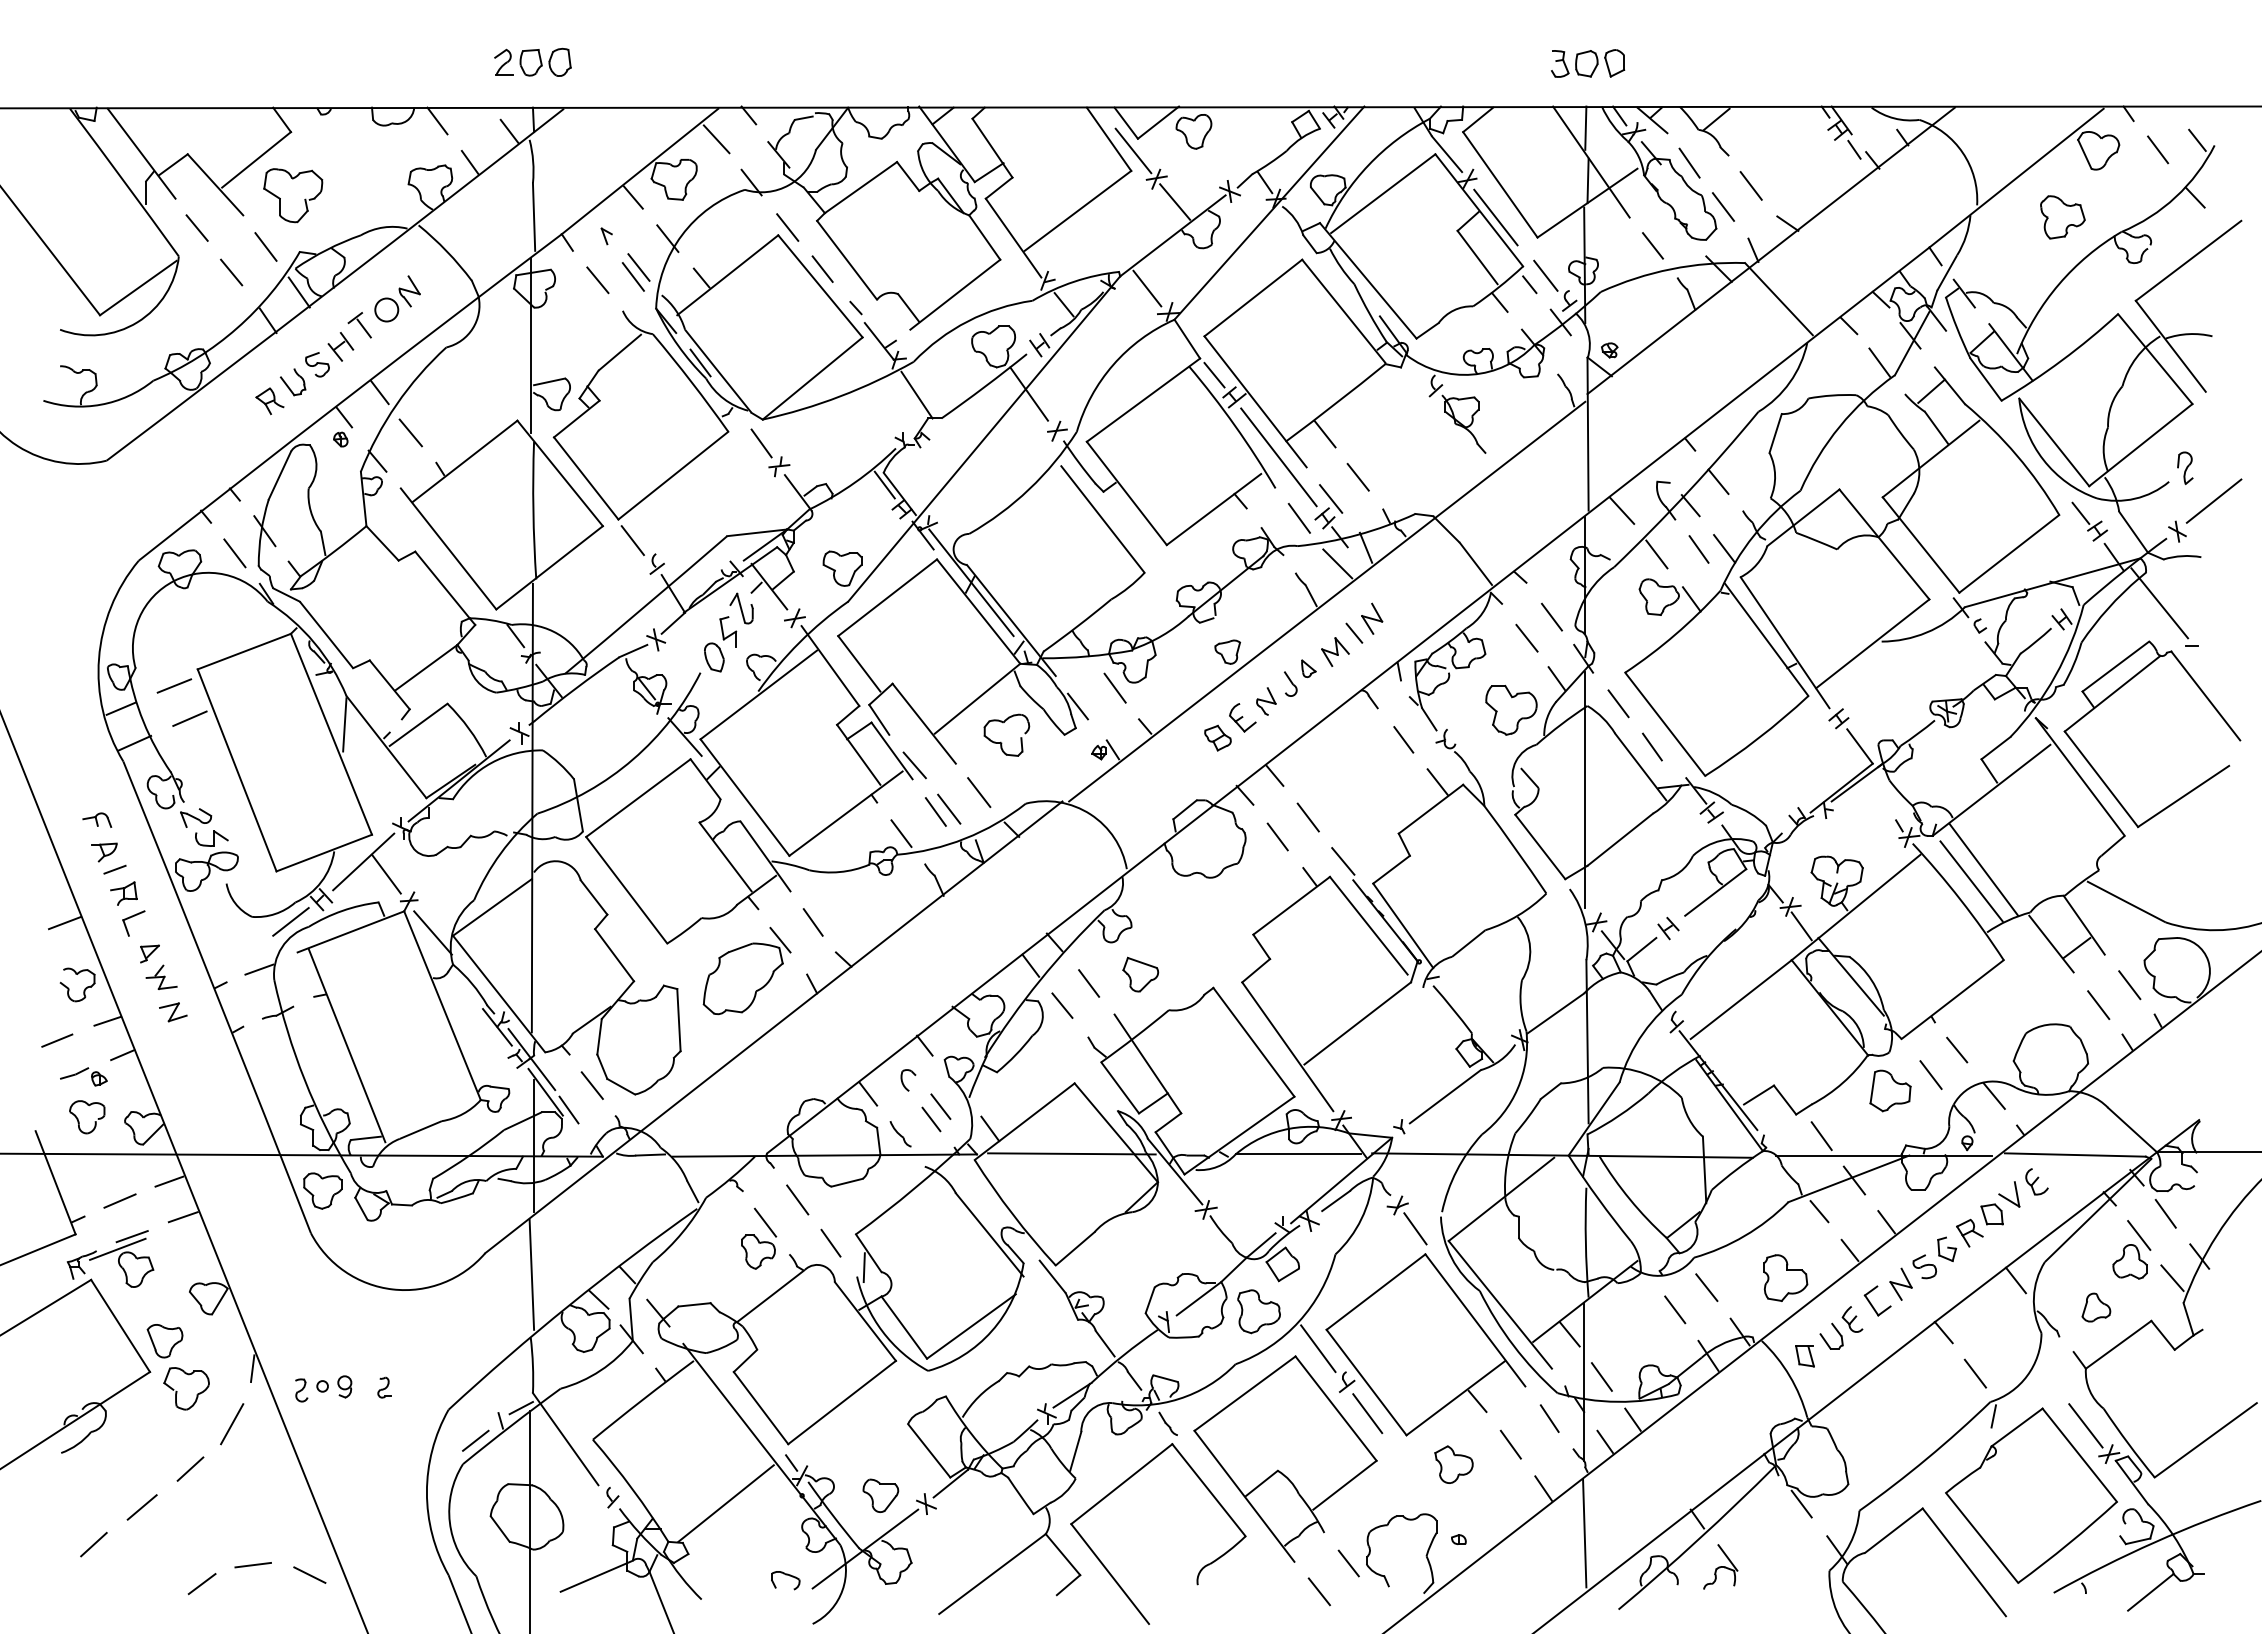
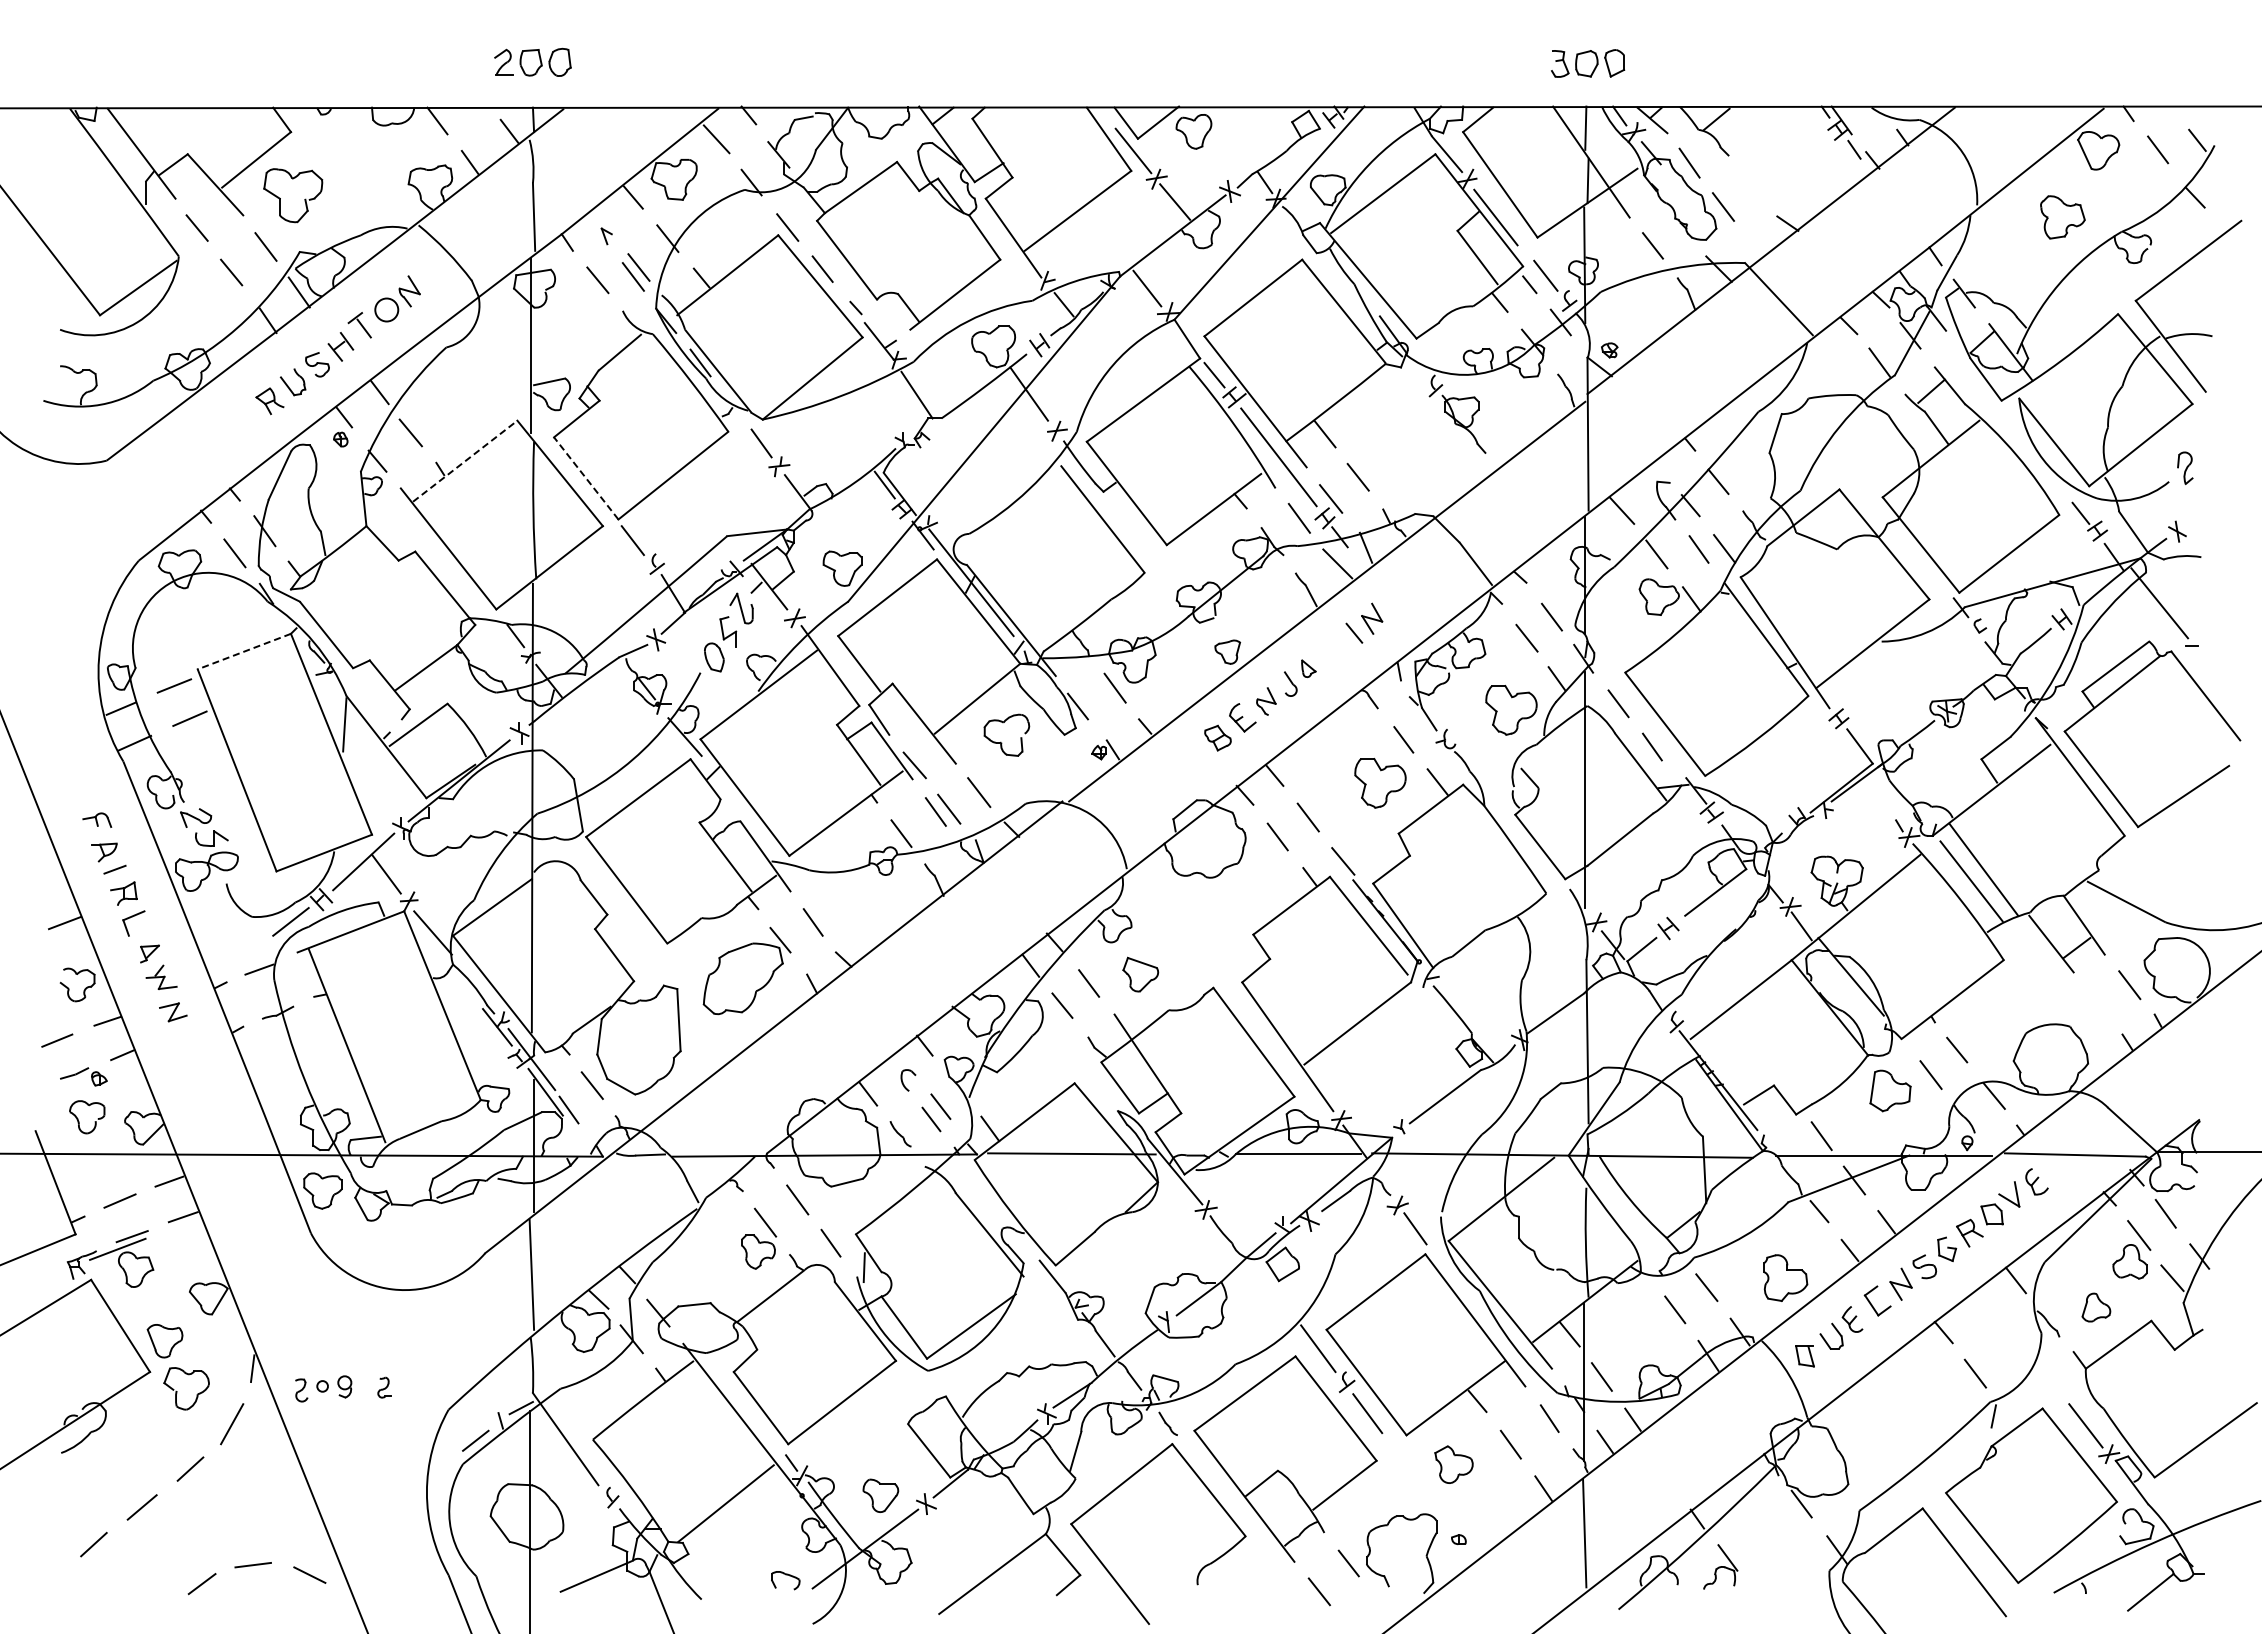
line at (1750, 185): present -> none
line at (1753, 249): present -> none
line at (465, 460): solid -> dashed
line at (585, 478): solid -> dashed
line at (2213, 500): present -> none
line at (244, 651): solid -> dashed
part at (1335, 651): present -> none
part at (1380, 783): none -> present
line at (2098, 1005): present -> none
part at (1258, 1311): present -> none
